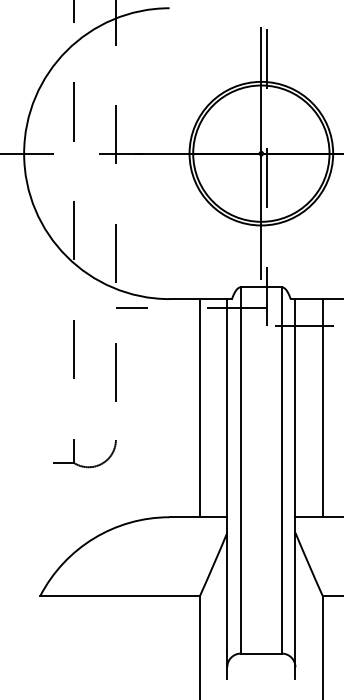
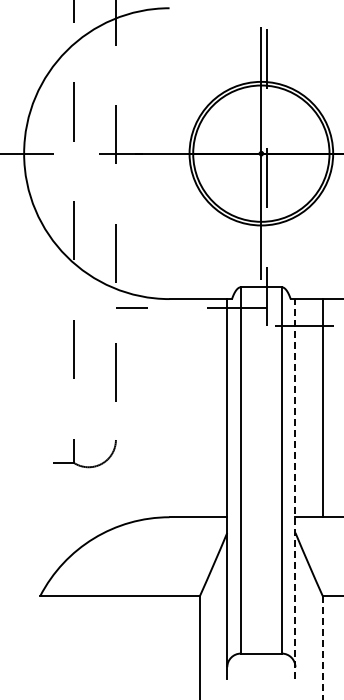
line at (199, 408): present -> none
line at (295, 489): solid -> dashed
line at (322, 647): solid -> dashed
